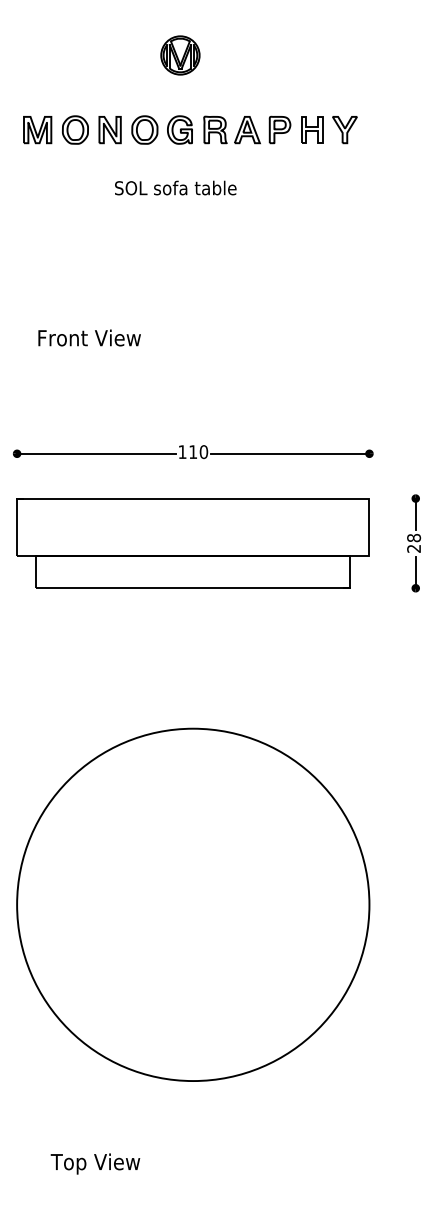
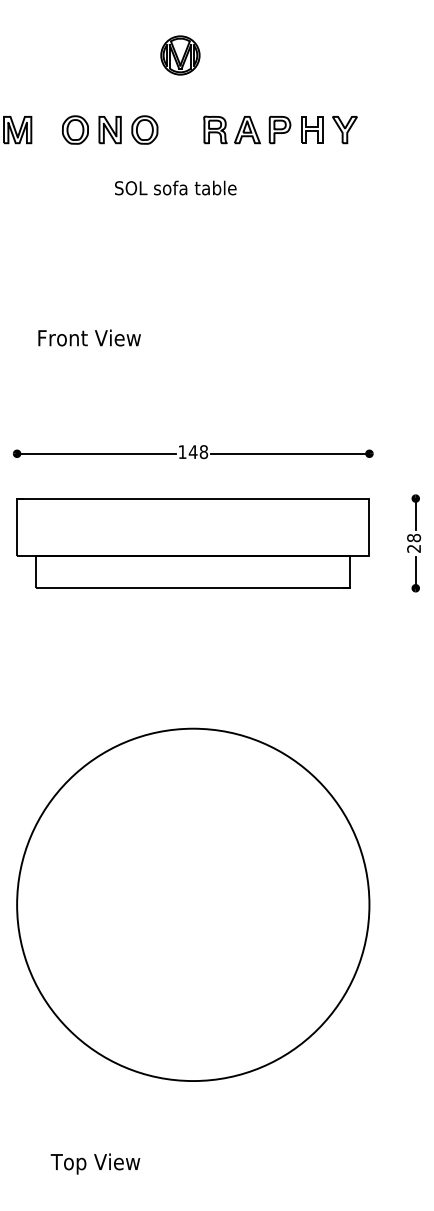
part at (179, 129): present -> none
part at (37, 130) position: (37, 130) -> (17, 130)
text at (198, 451): 110 -> 148
